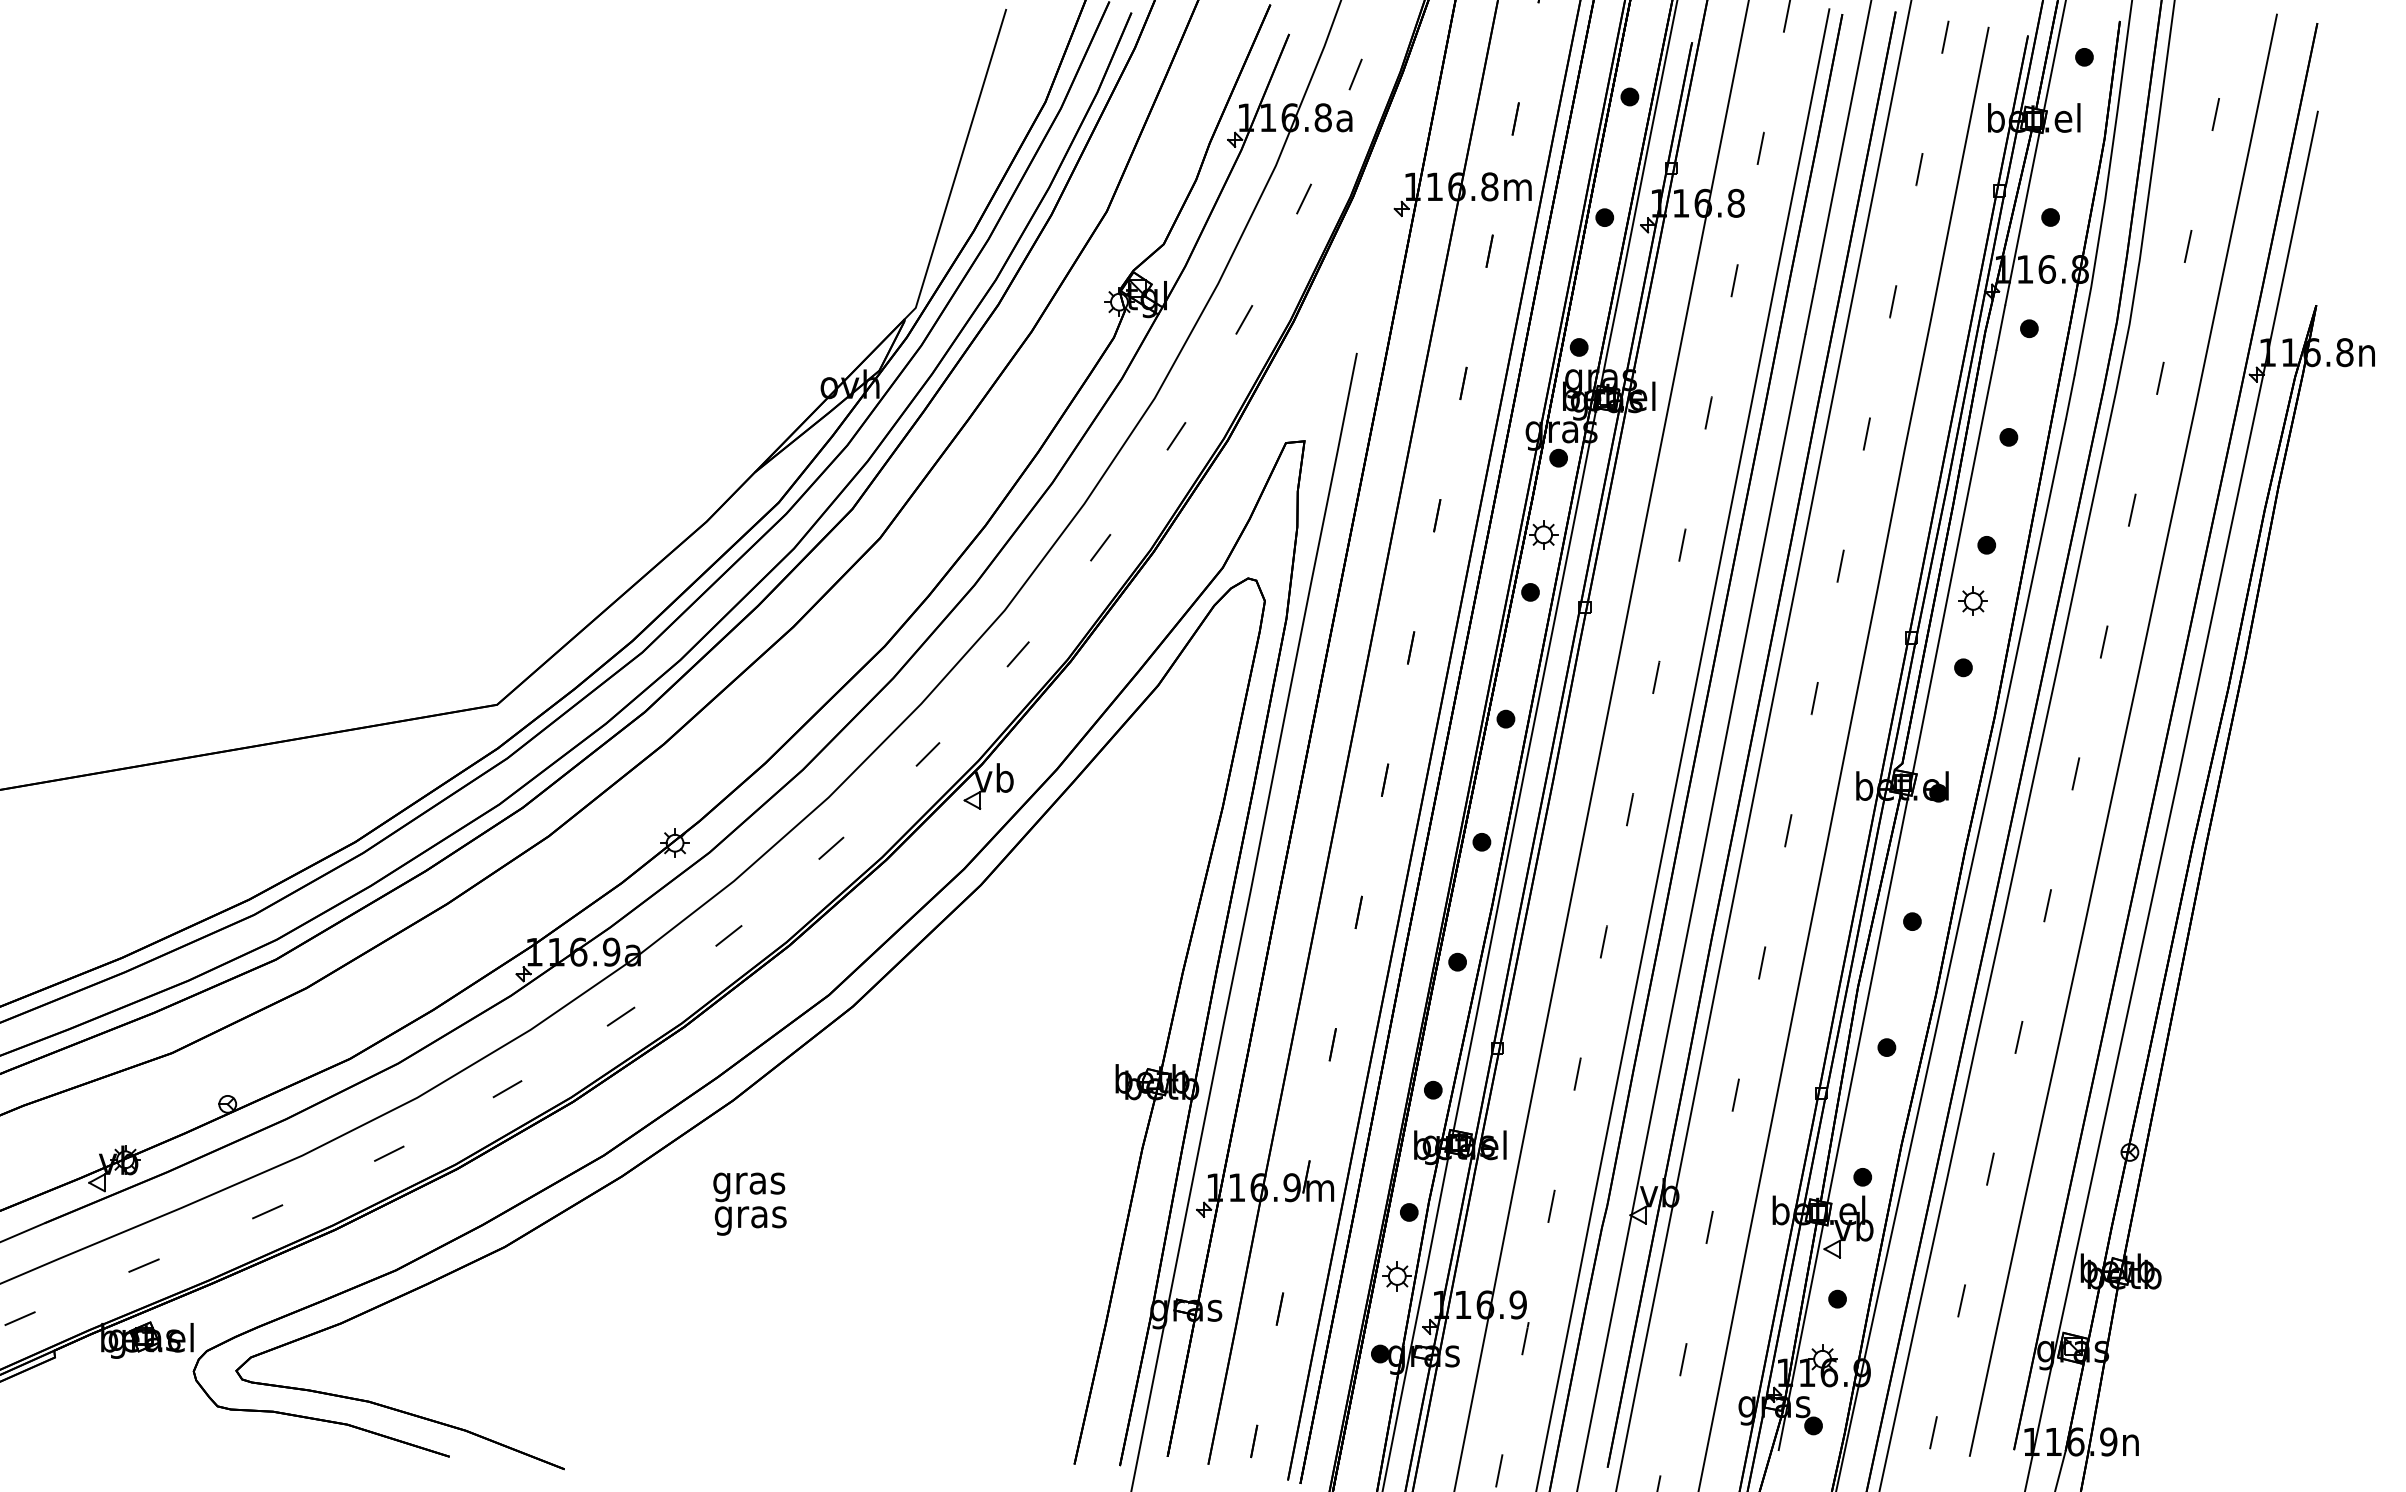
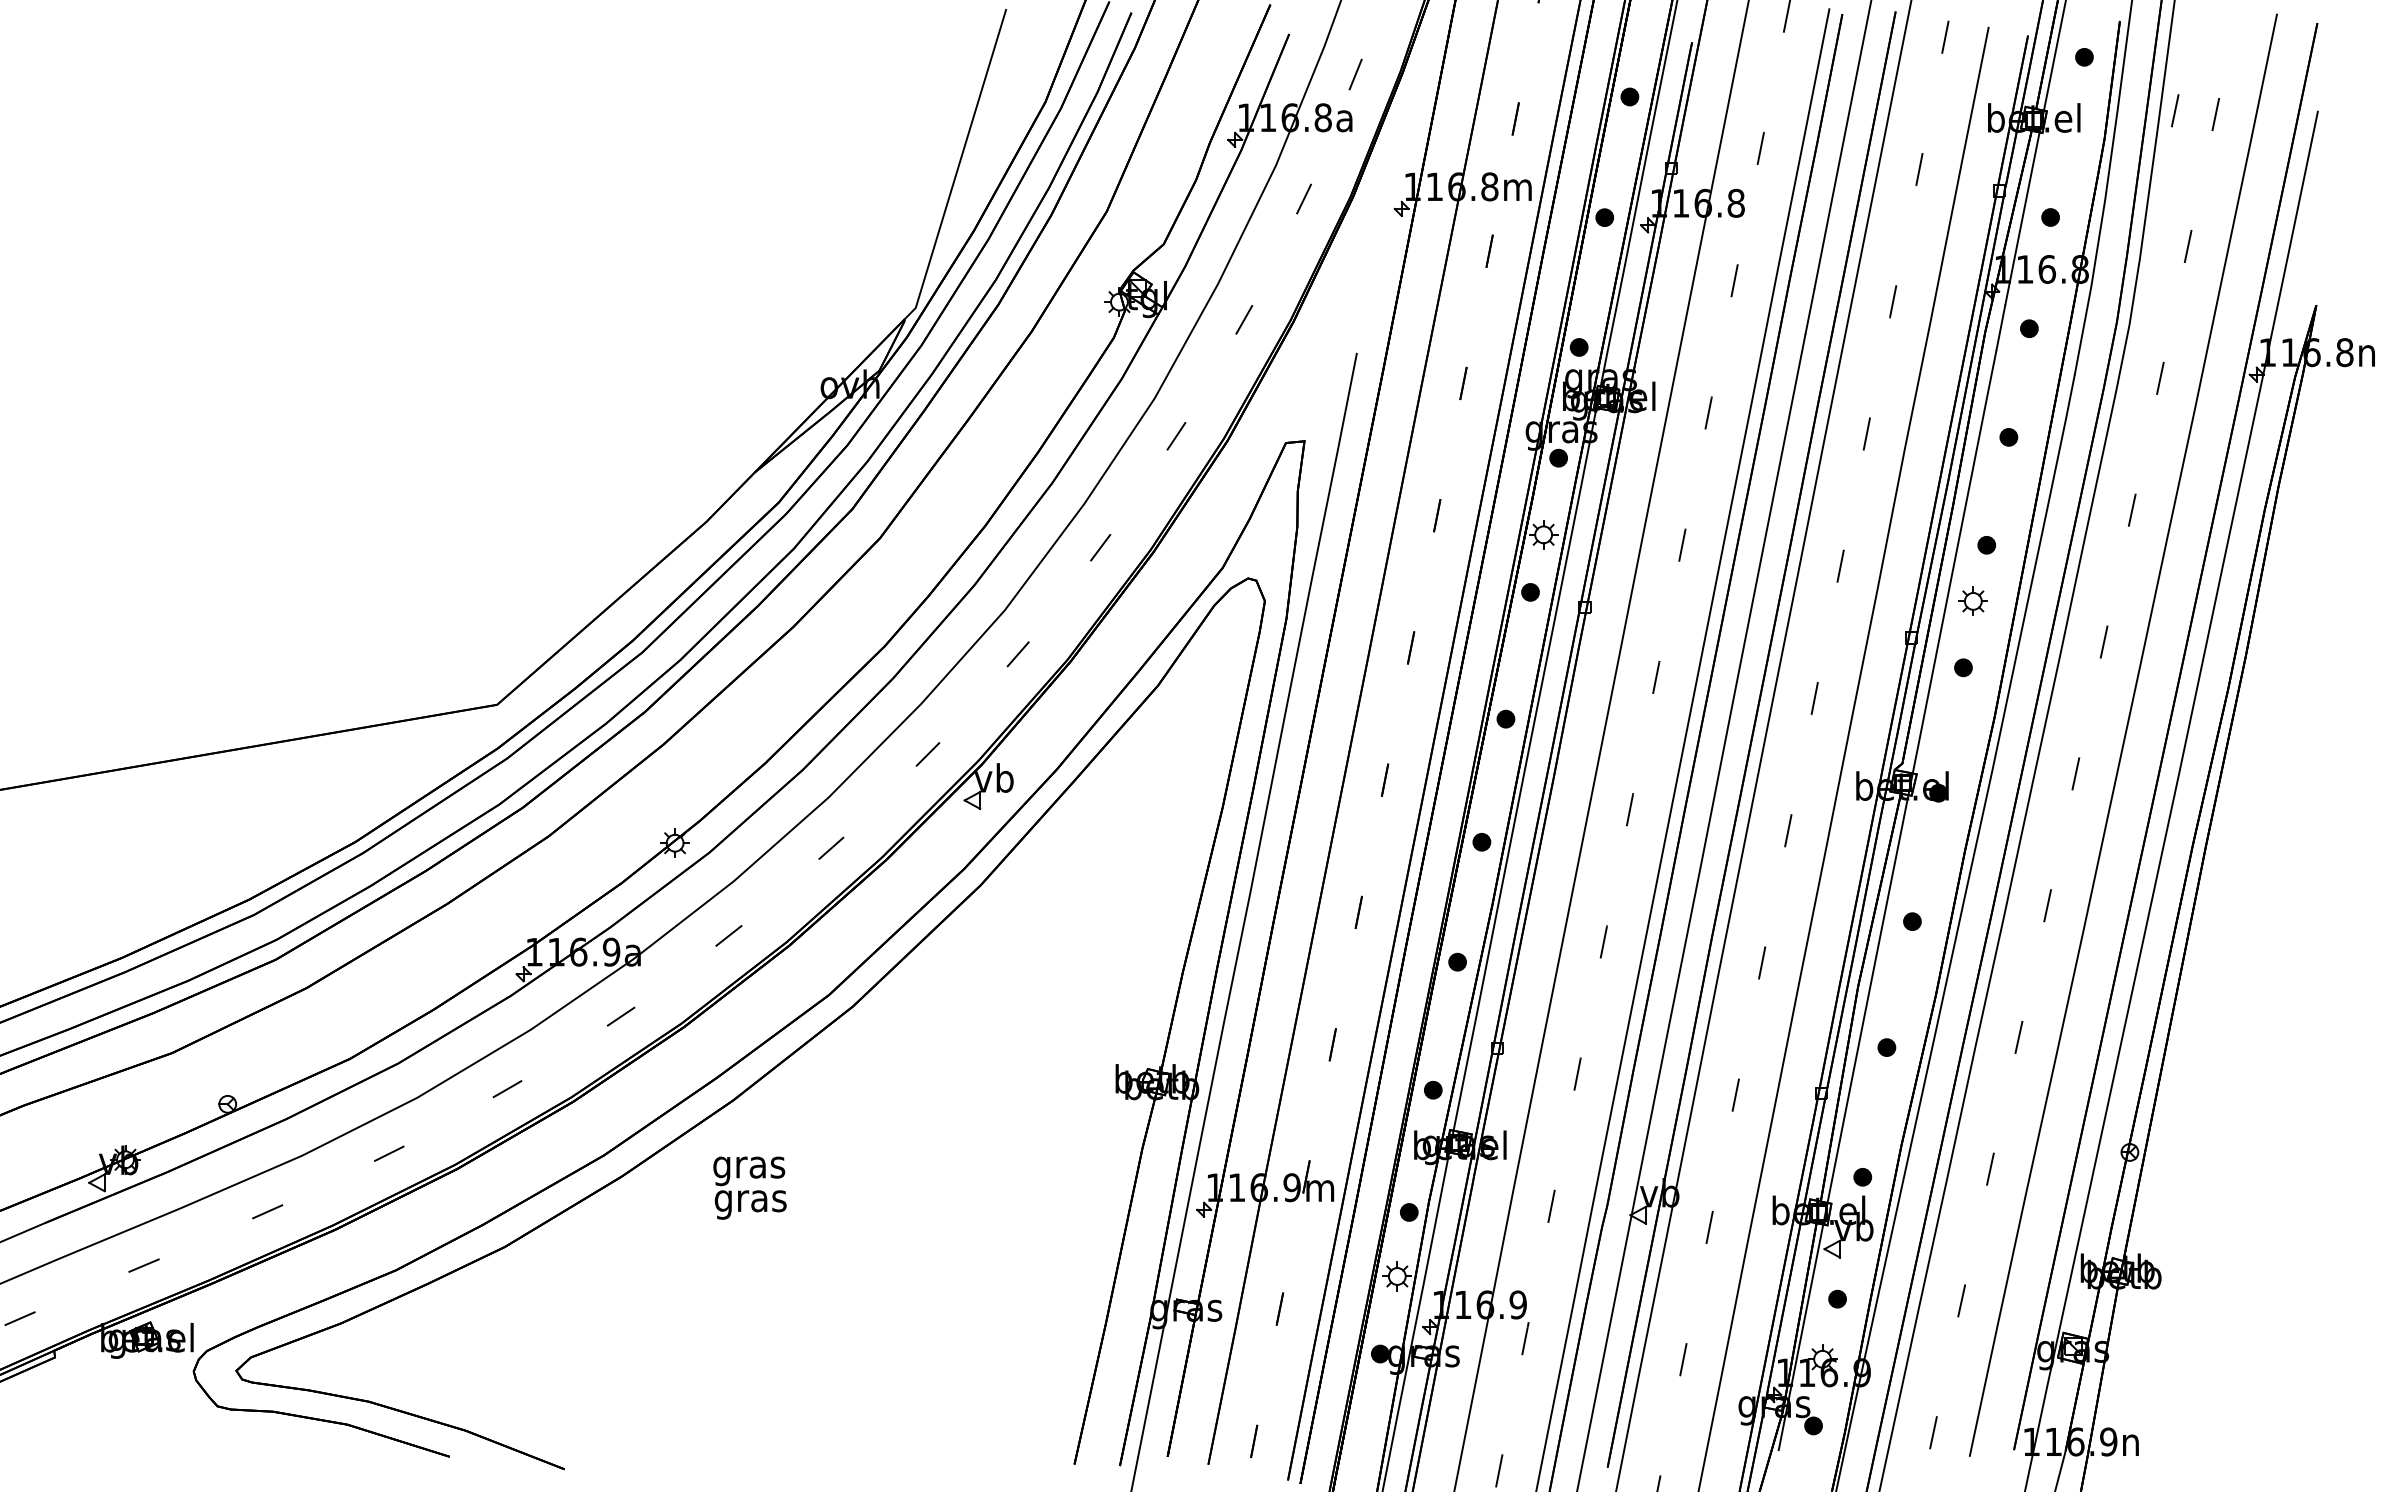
line at (2175, 110): none -> present
text at (749, 1203) position: (749, 1203) -> (749, 1187)
